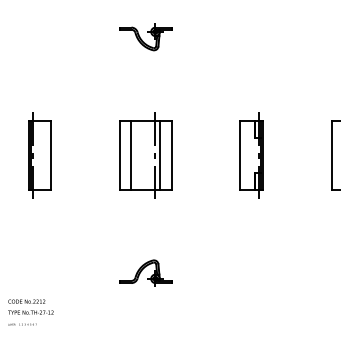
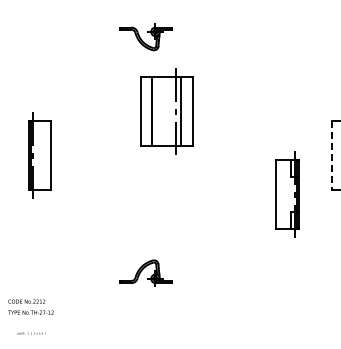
part at (145, 155) position: (145, 155) -> (166, 111)
part at (251, 155) position: (251, 155) -> (287, 194)
line at (331, 155): solid -> dashed
text at (22, 324) position: (22, 324) -> (31, 333)
